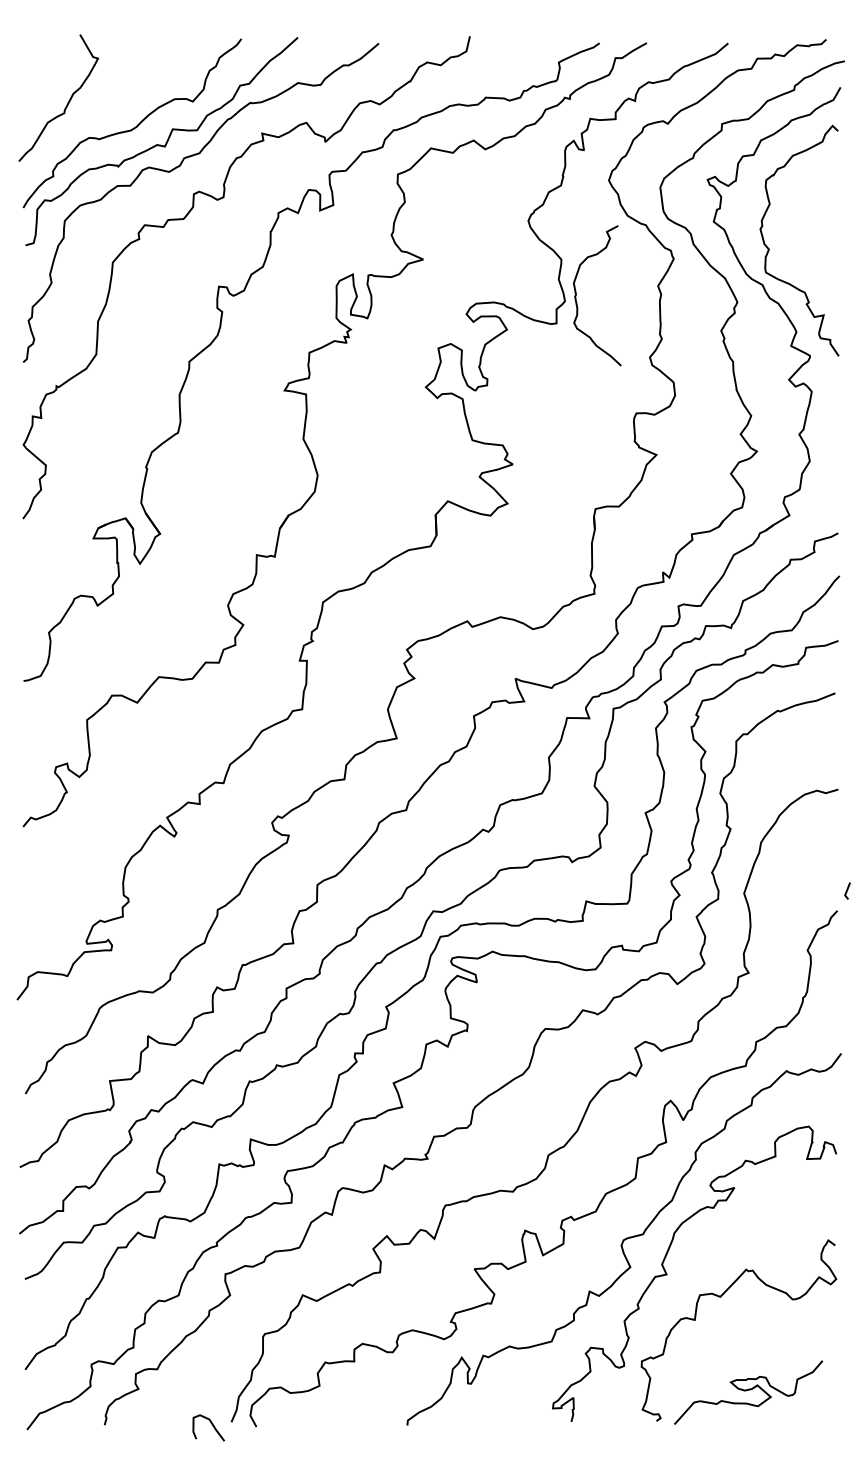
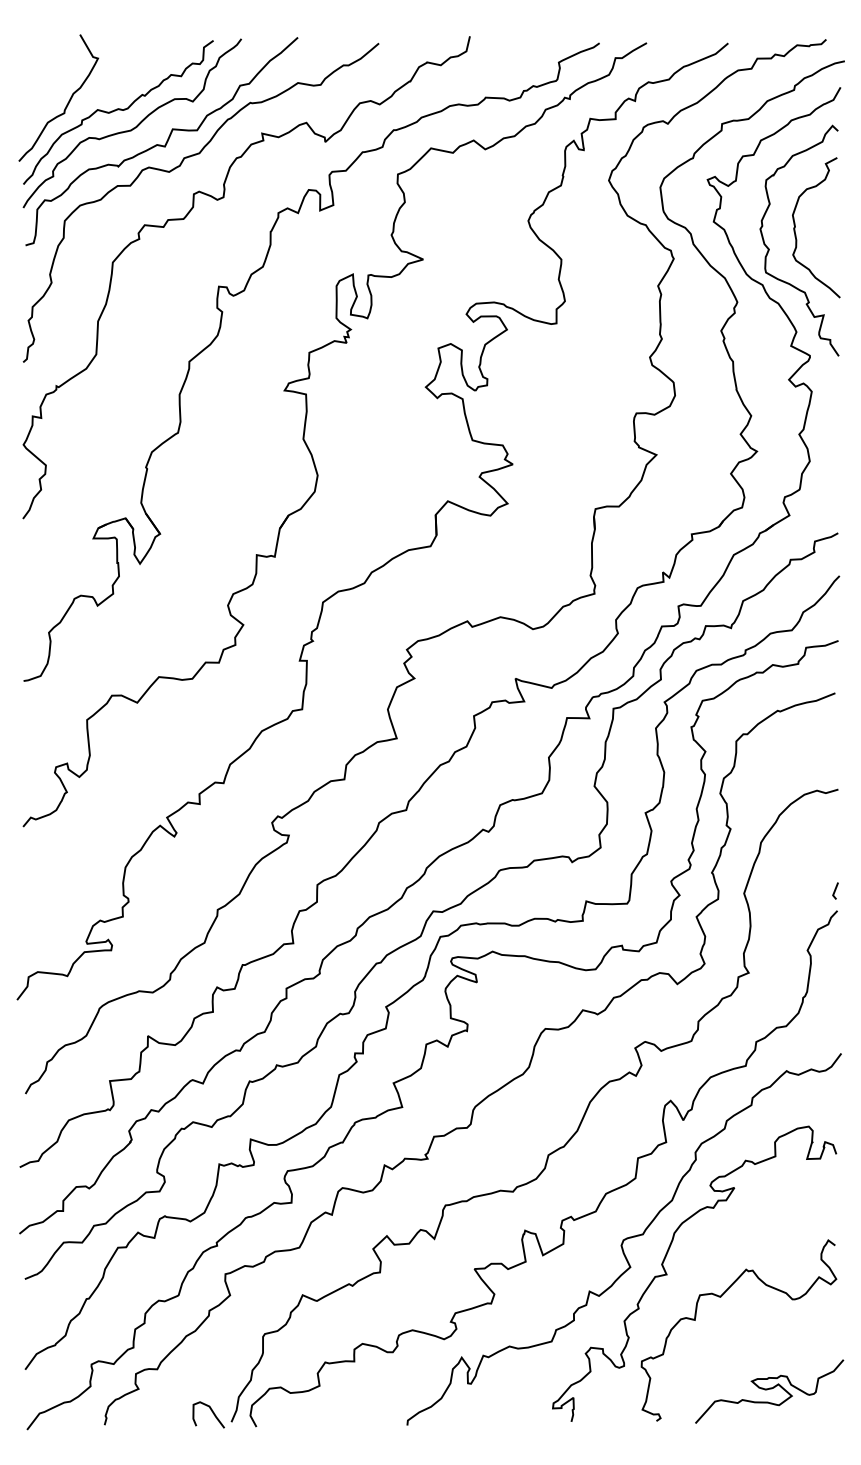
curve at (118, 110): none -> present
curve at (576, 295) position: (576, 295) -> (795, 227)
line at (847, 890) position: (847, 890) -> (835, 890)
curve at (748, 1390) position: (748, 1390) -> (769, 1389)
curve at (212, 1426) position: (212, 1426) -> (212, 1413)
